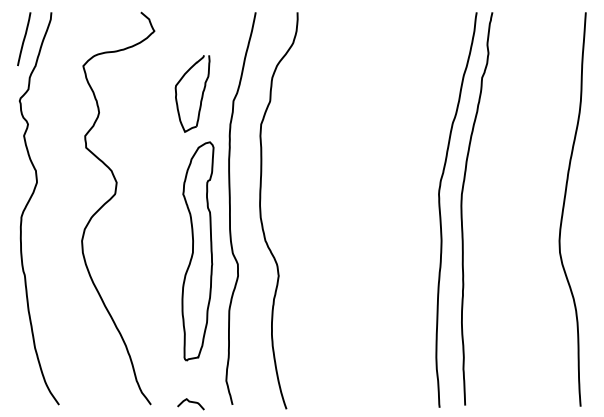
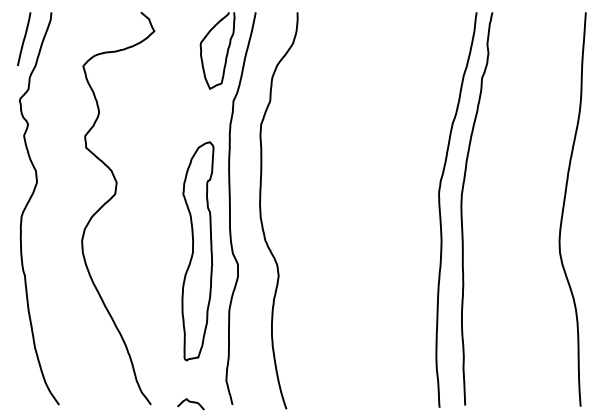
part at (201, 94) position: (201, 94) -> (226, 51)
